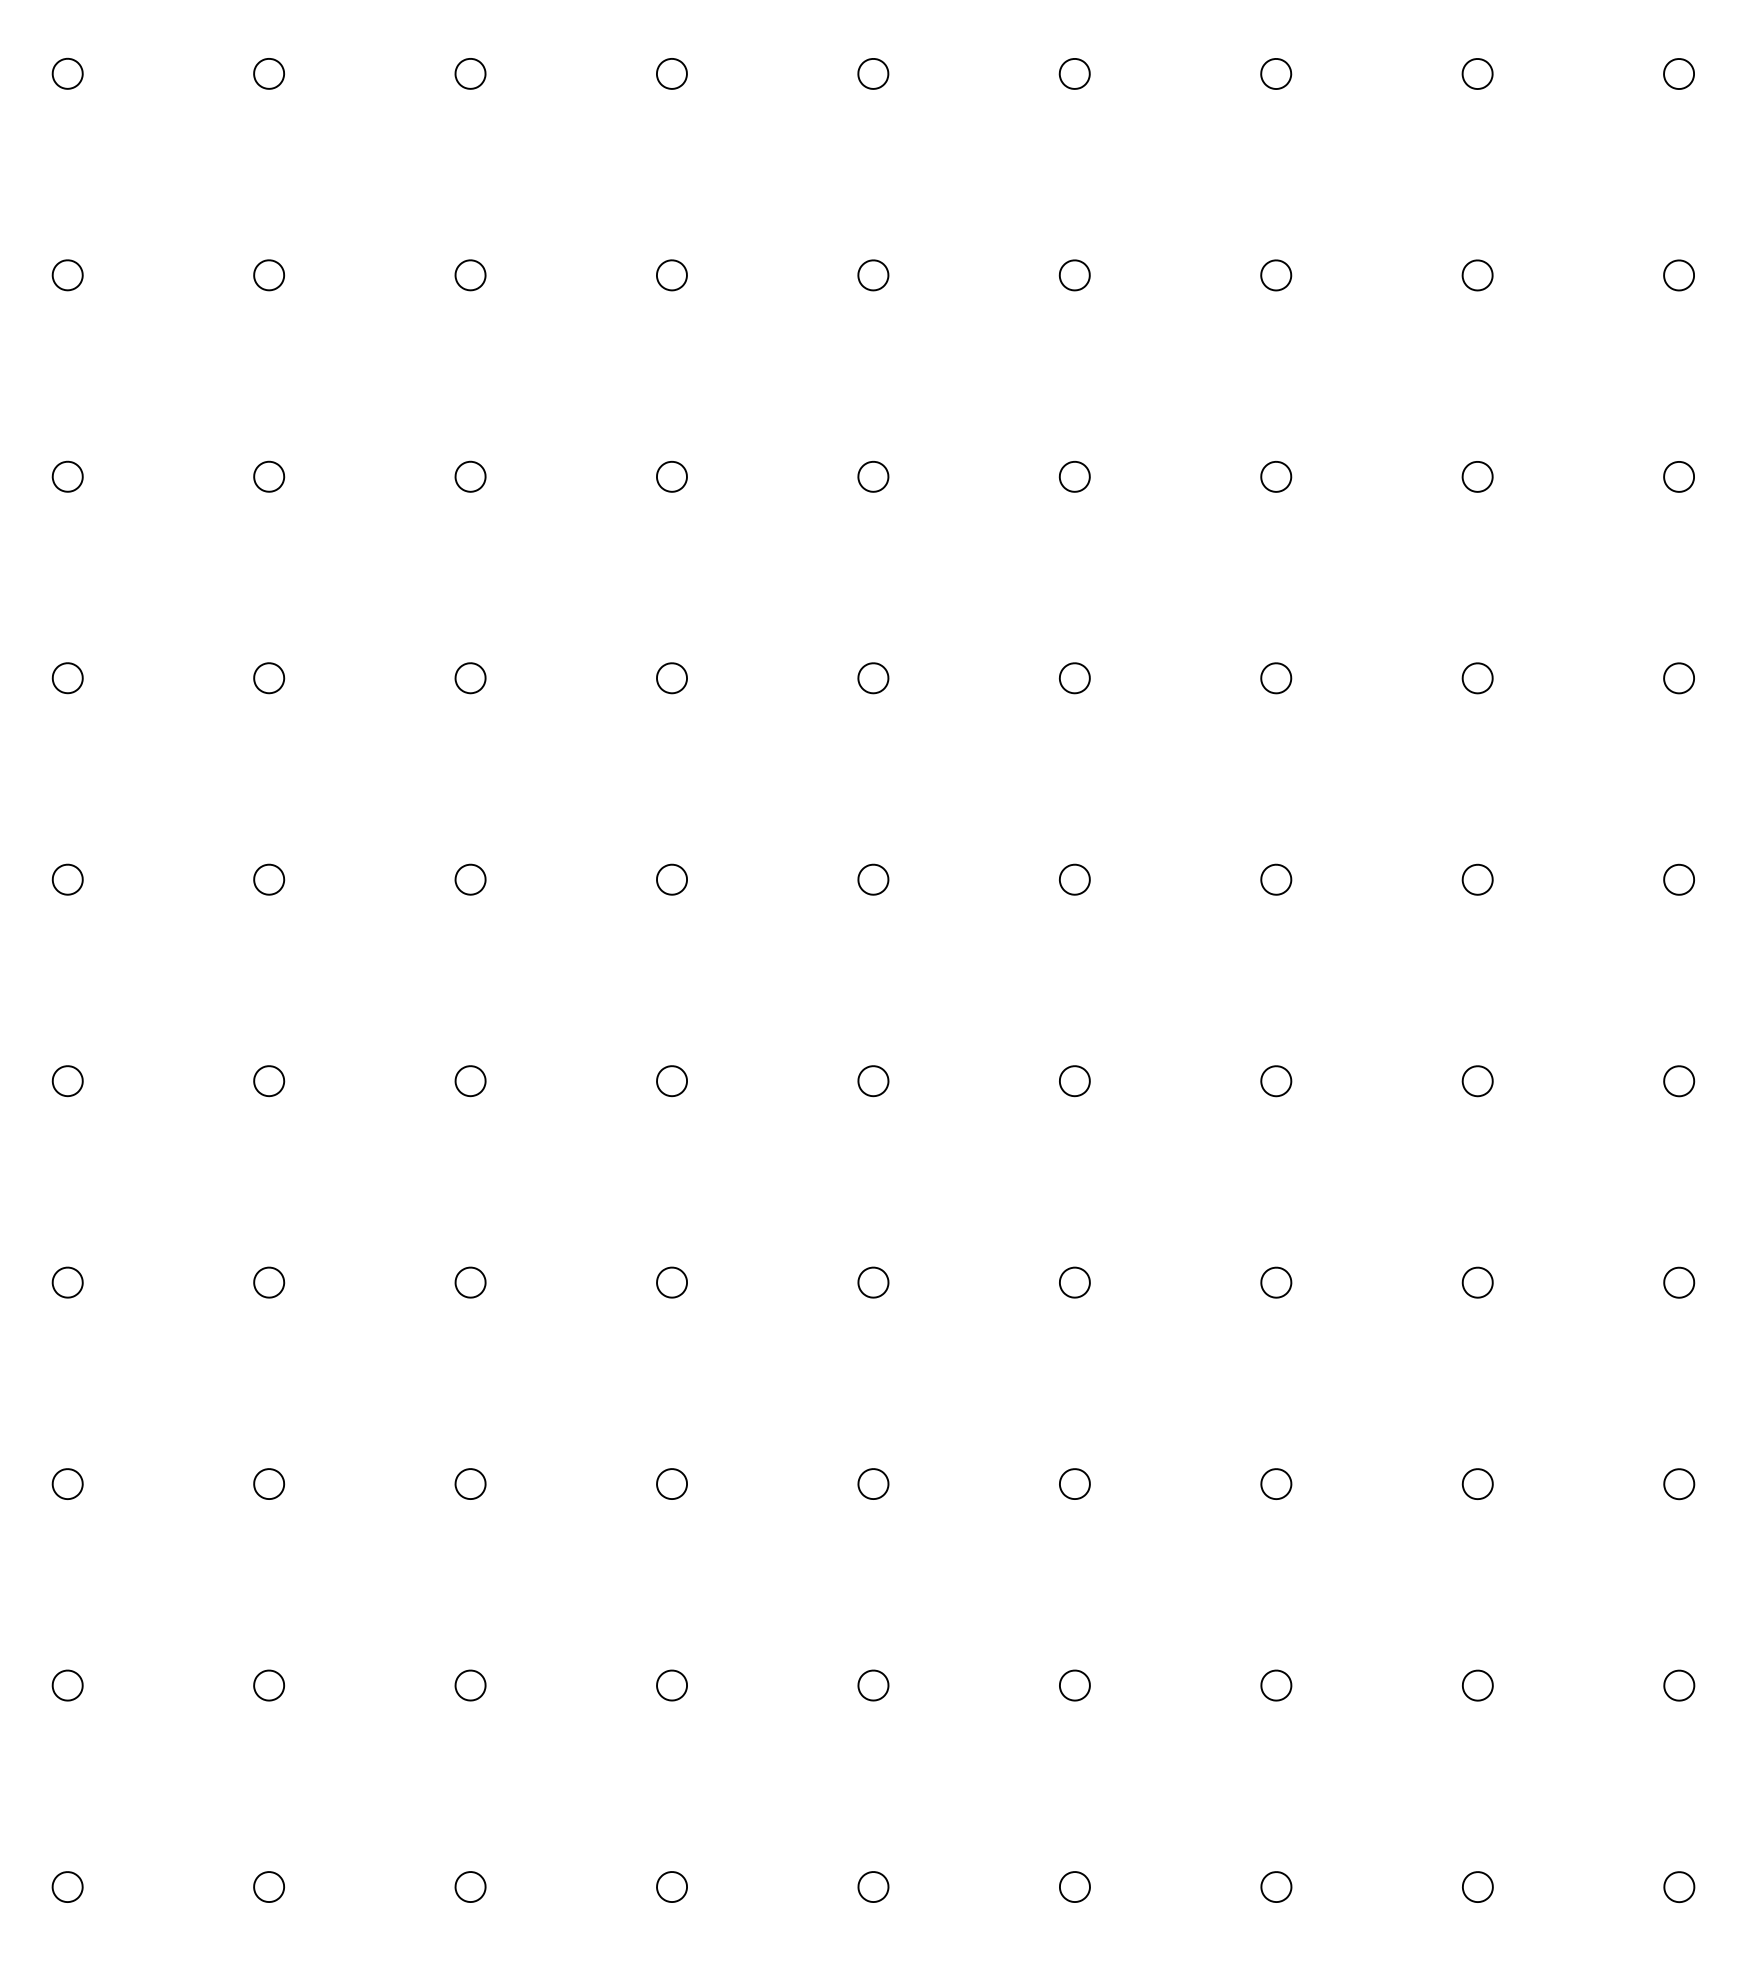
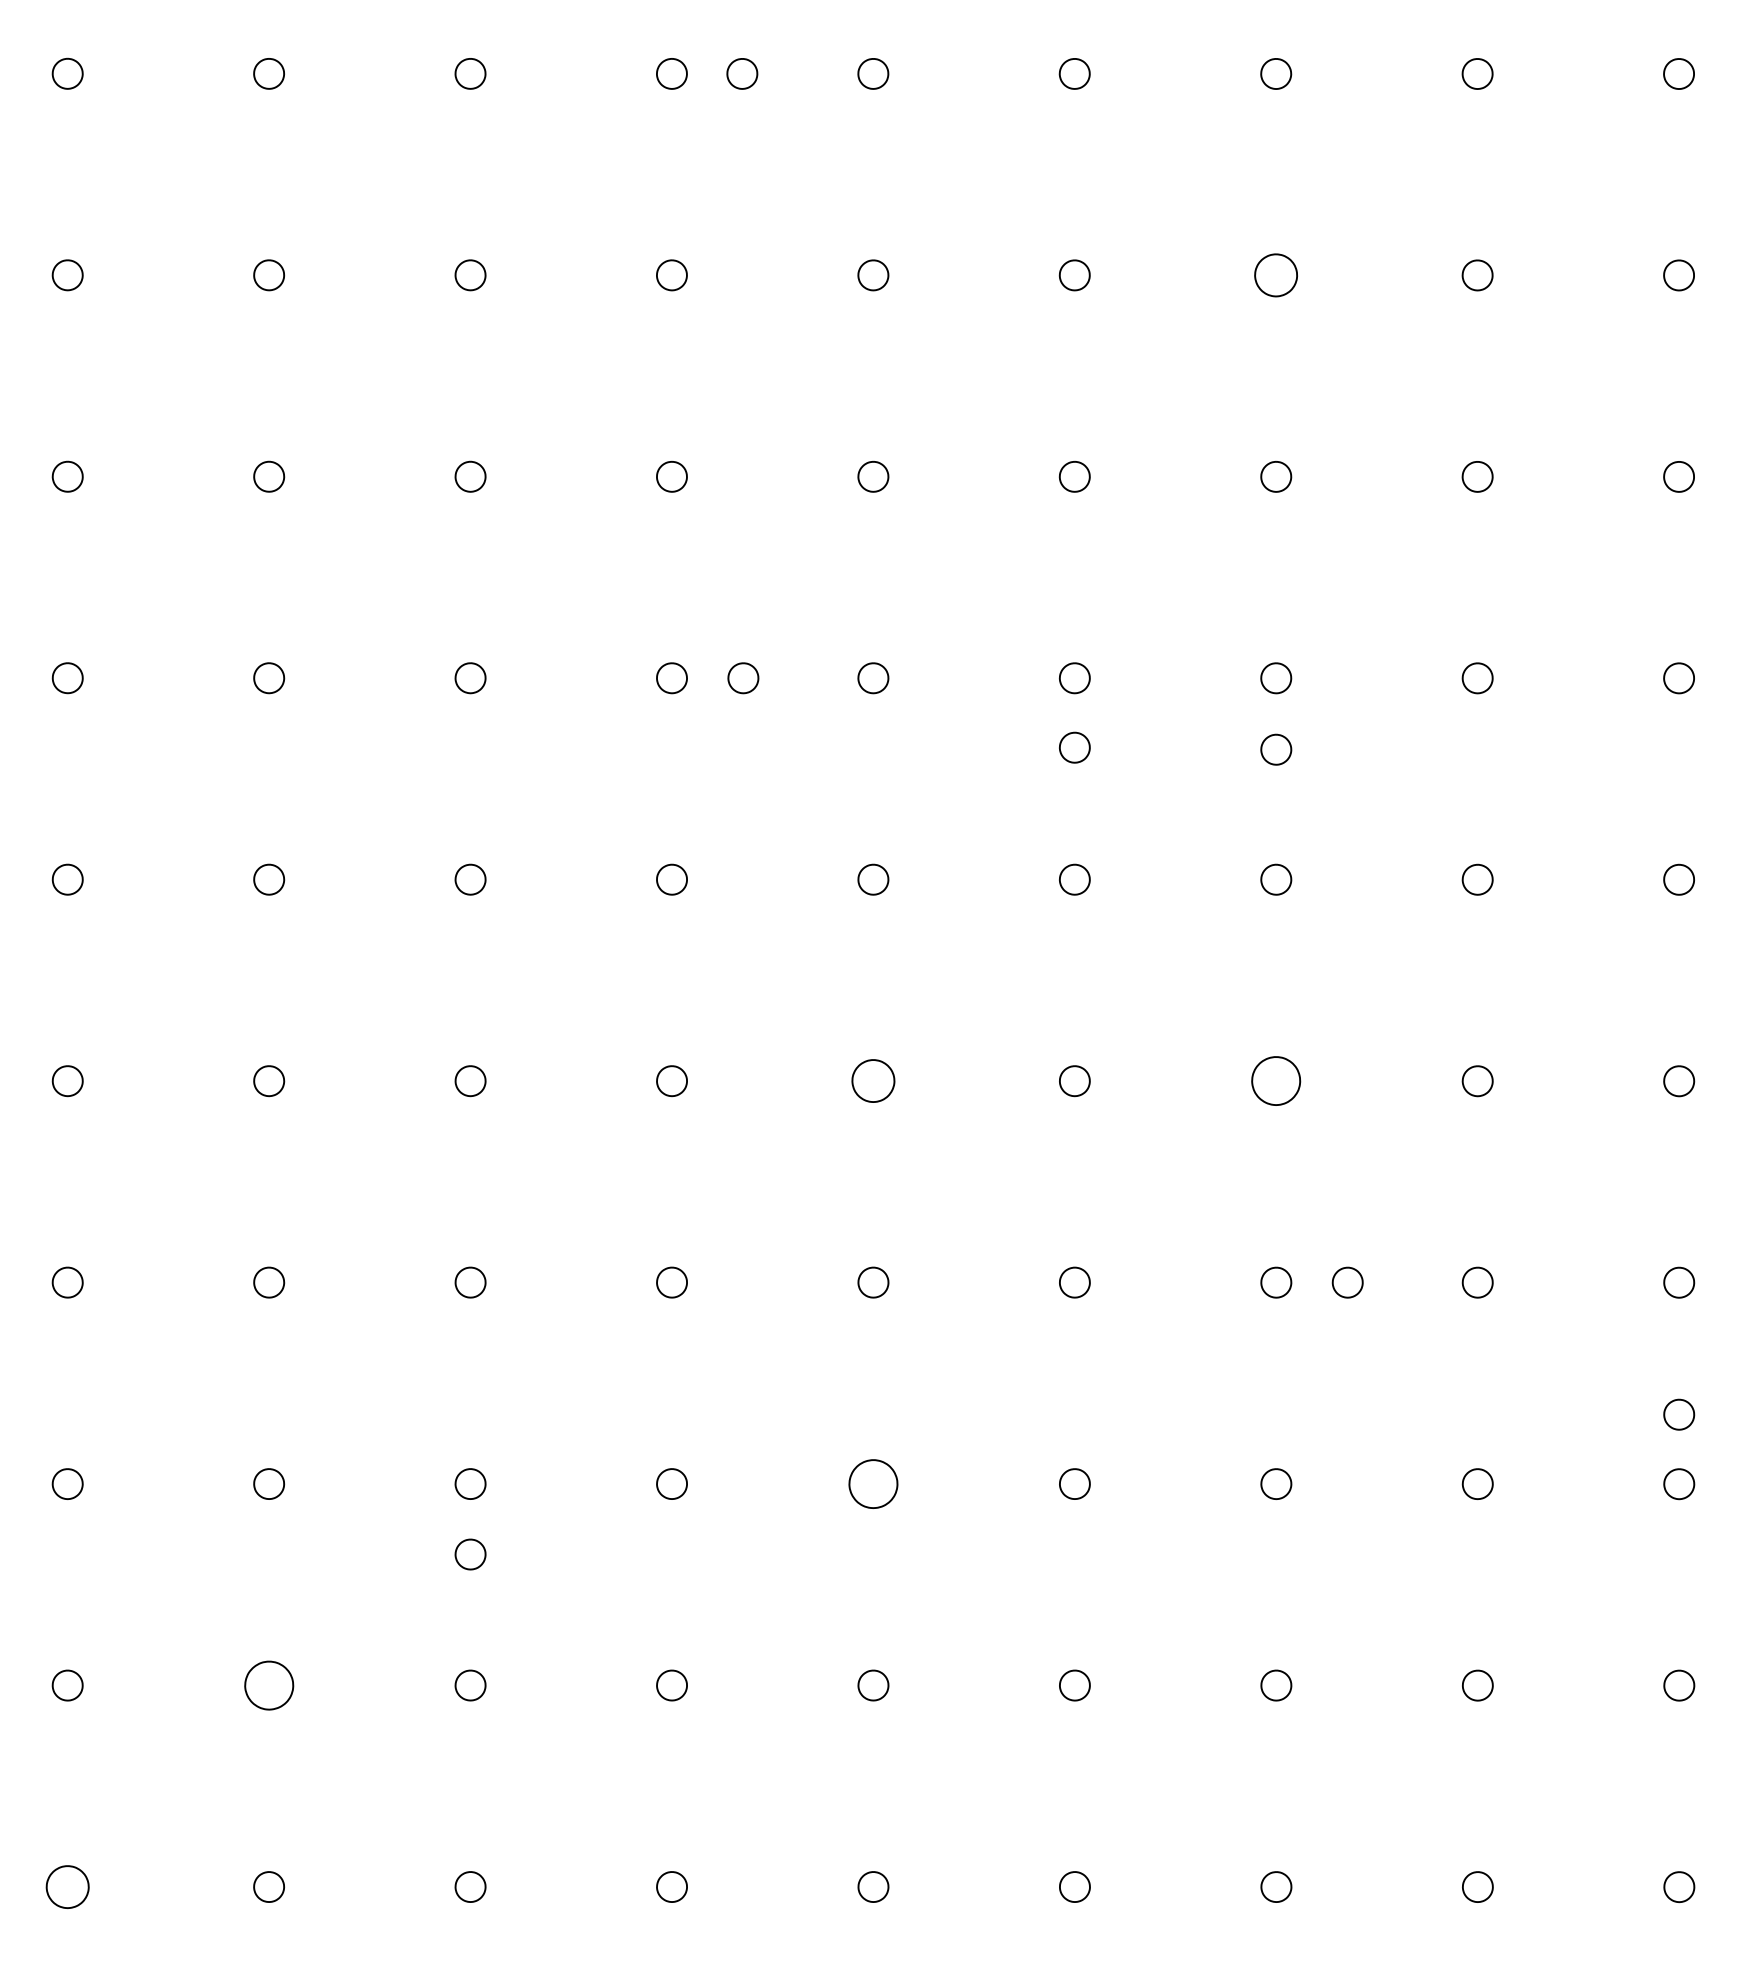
part at (742, 73): none -> present
part at (1276, 275) size: 33x33 px -> 44x45 px
part at (743, 678): none -> present
part at (1074, 747): none -> present
part at (1276, 749): none -> present
part at (873, 1081) size: 33x33 px -> 45x44 px
part at (1276, 1081) size: 33x33 px -> 51x50 px
part at (1347, 1282): none -> present
part at (1679, 1414): none -> present
part at (873, 1483) size: 33x32 px -> 51x50 px
part at (470, 1554): none -> present
part at (268, 1685) size: 32x33 px -> 51x51 px
part at (67, 1886) size: 33x32 px -> 45x44 px
